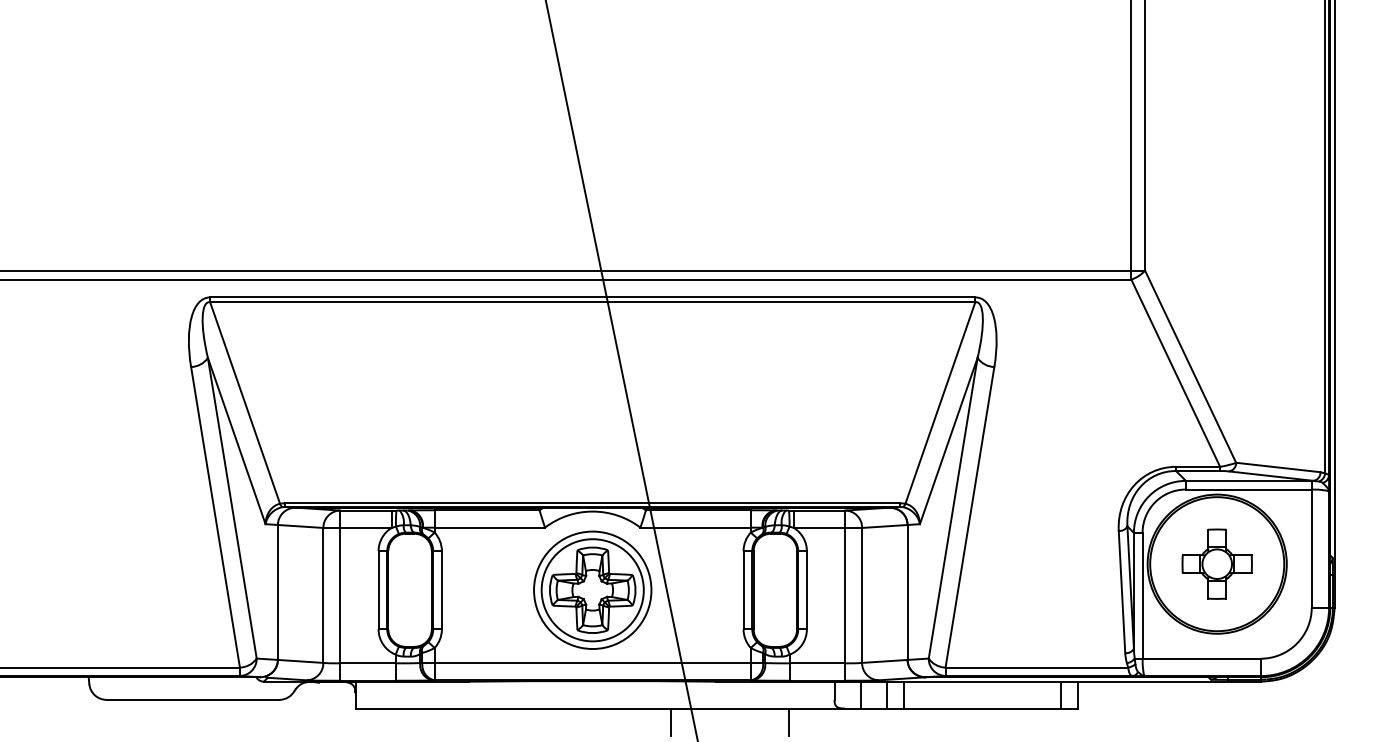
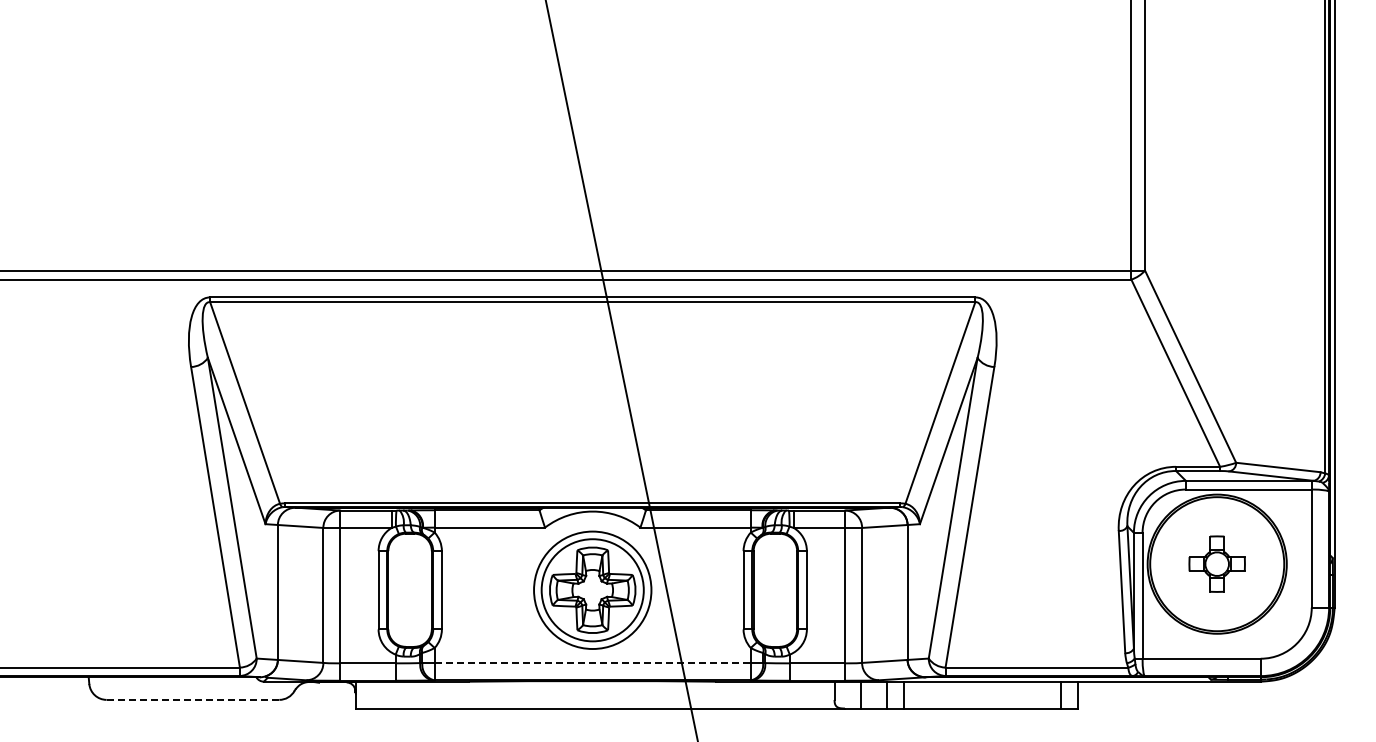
part at (1216, 563) size: 72x72 px -> 58x58 px
line at (593, 663): solid -> dashed
line at (192, 699): solid -> dashed
line at (671, 722): present -> none
line at (788, 722): present -> none
